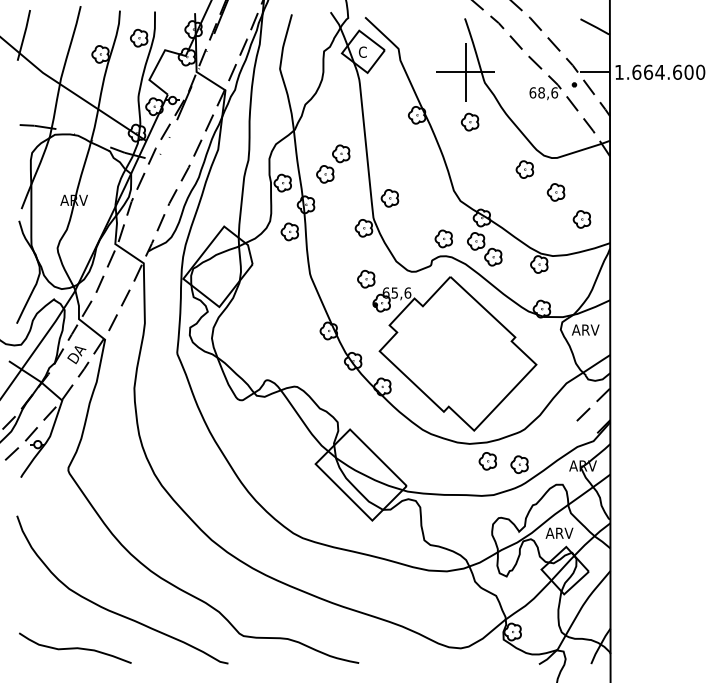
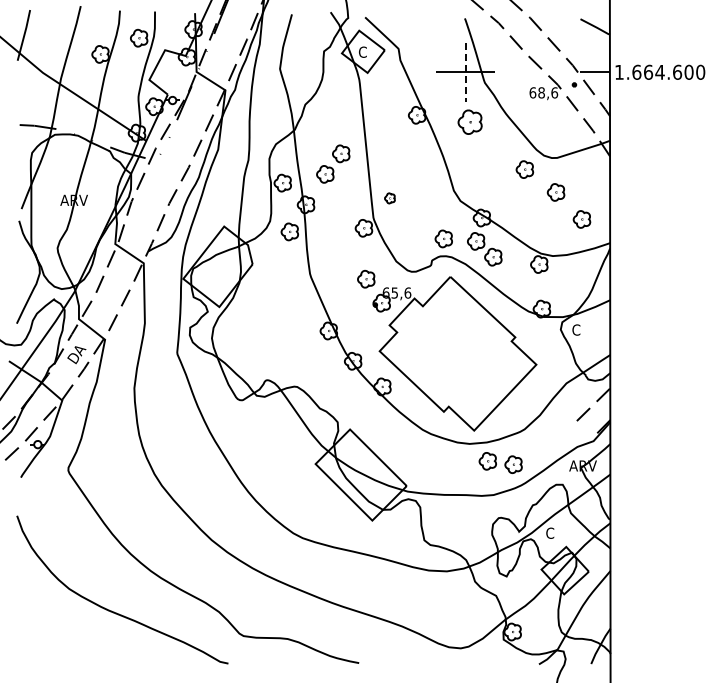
line at (465, 72): solid -> dashed
part at (469, 121) size: 20x20 px -> 26x26 px
part at (389, 198) size: 20x19 px -> 12x13 px
text at (585, 329): ARV -> C
part at (519, 464) position: (519, 464) -> (513, 464)
text at (559, 532): ARV -> C
curve at (75, 647): present -> none
